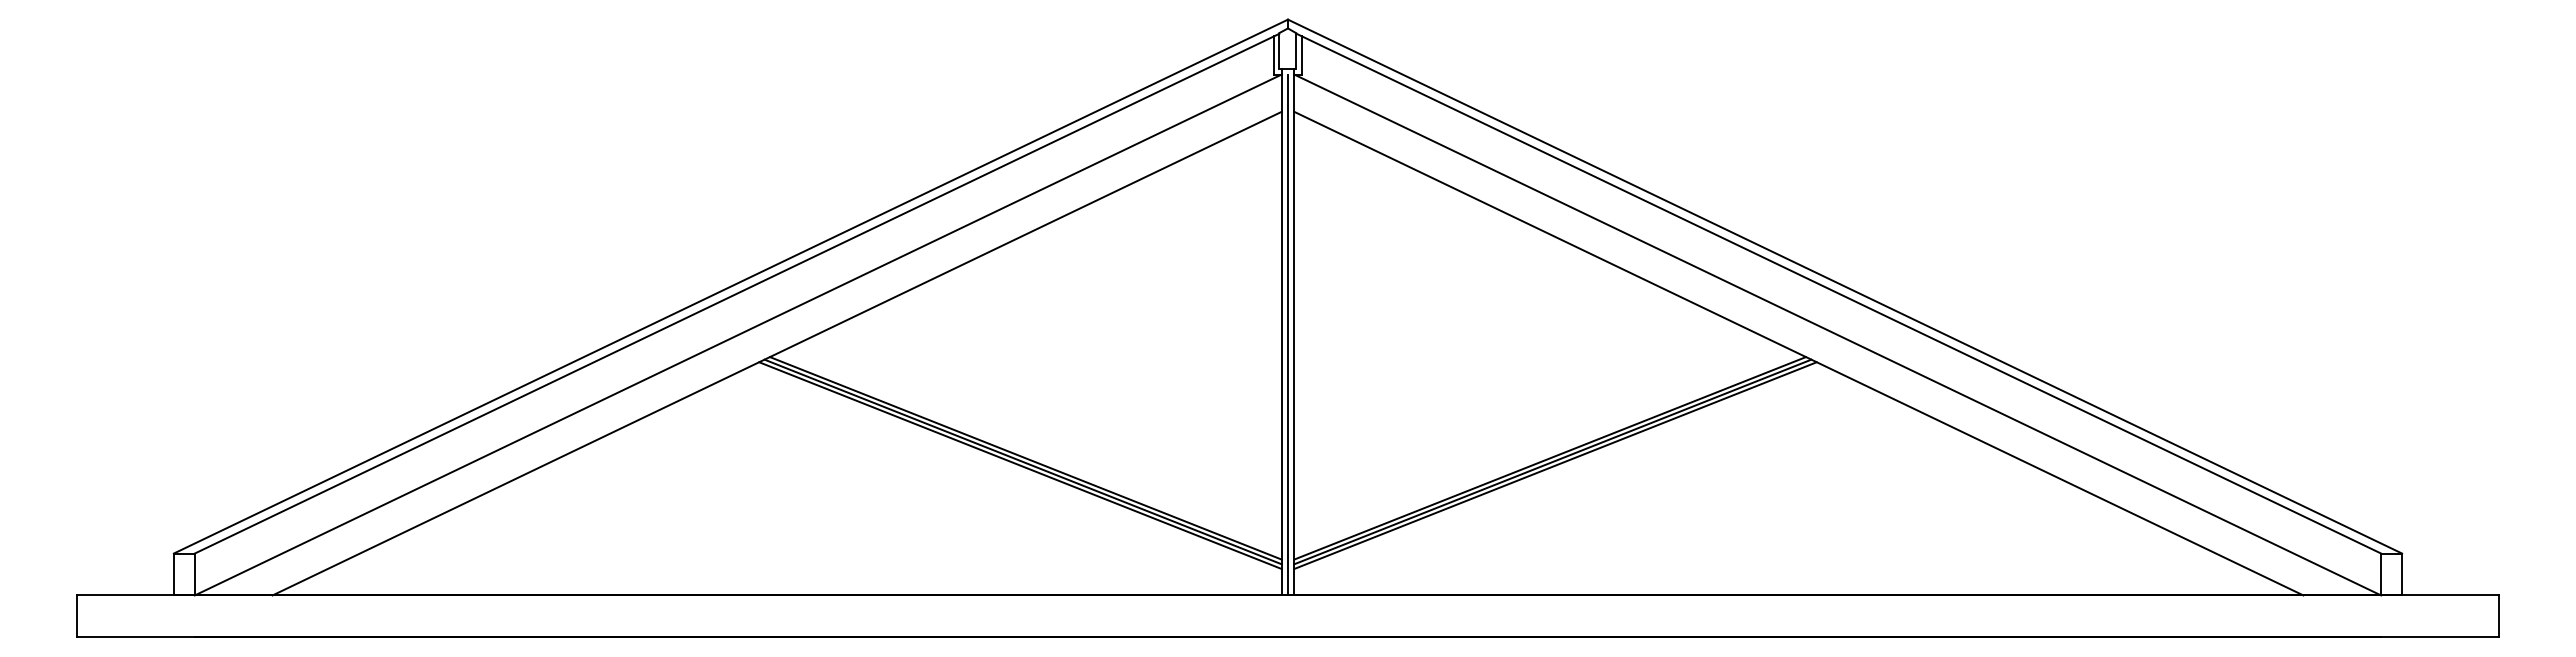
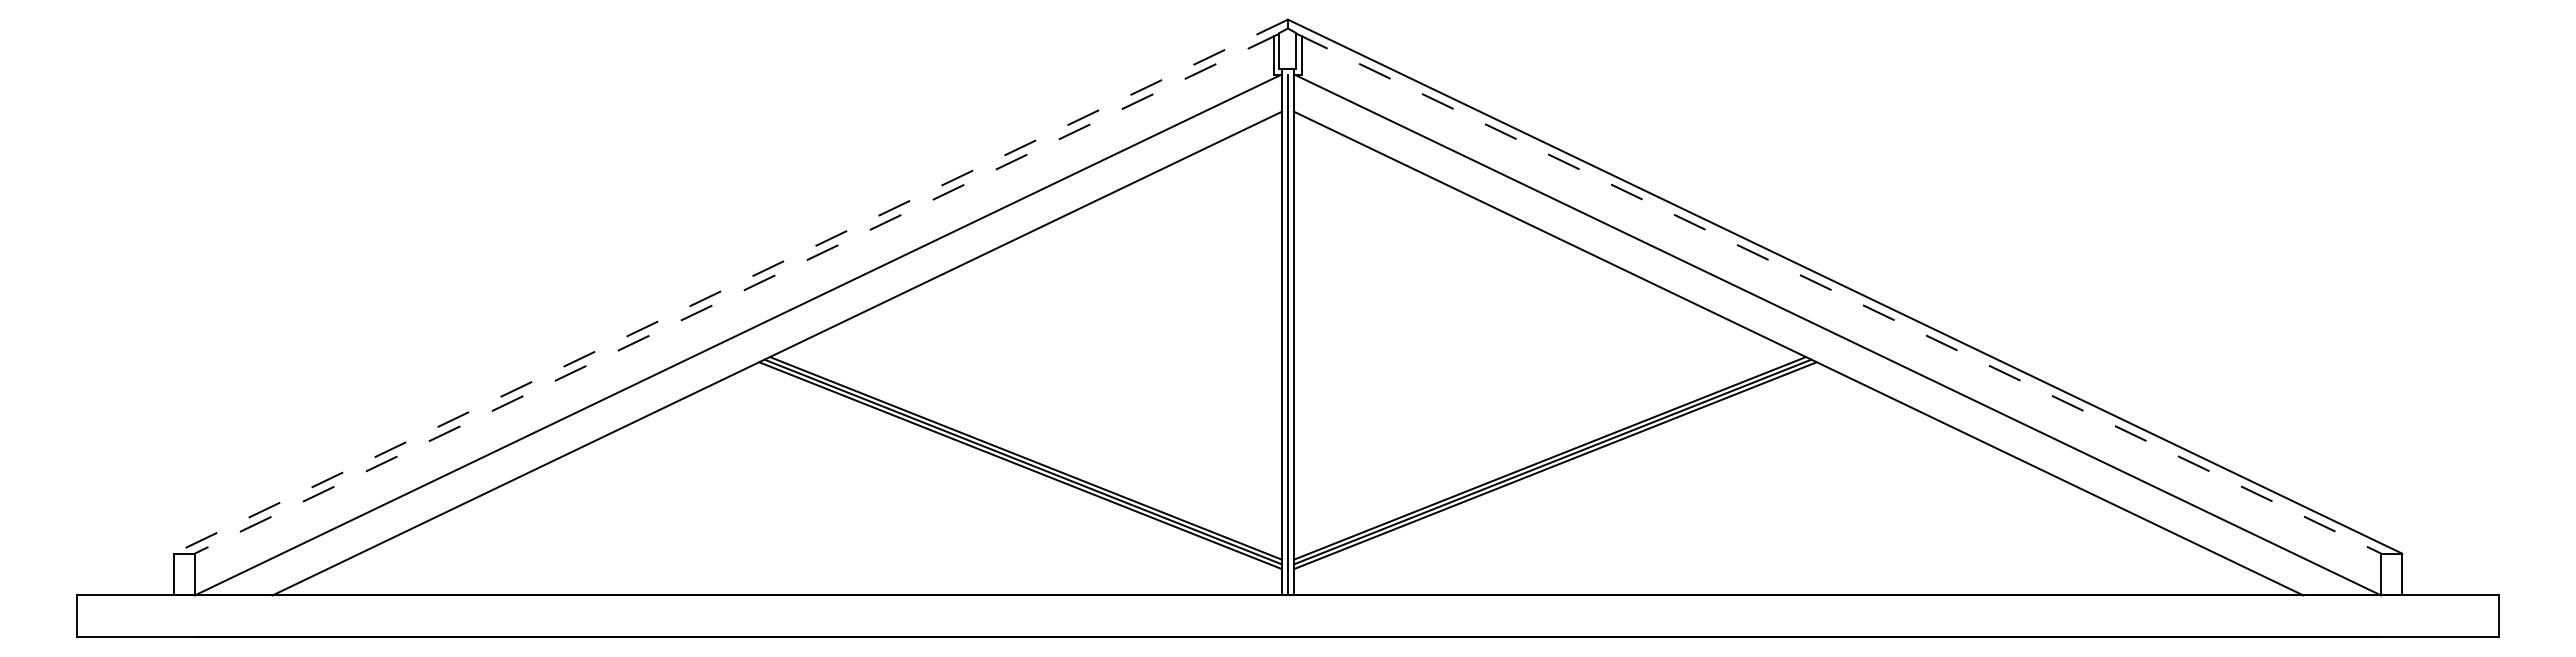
line at (730, 286): solid -> dashed
line at (736, 293): solid -> dashed
line at (1838, 293): solid -> dashed
